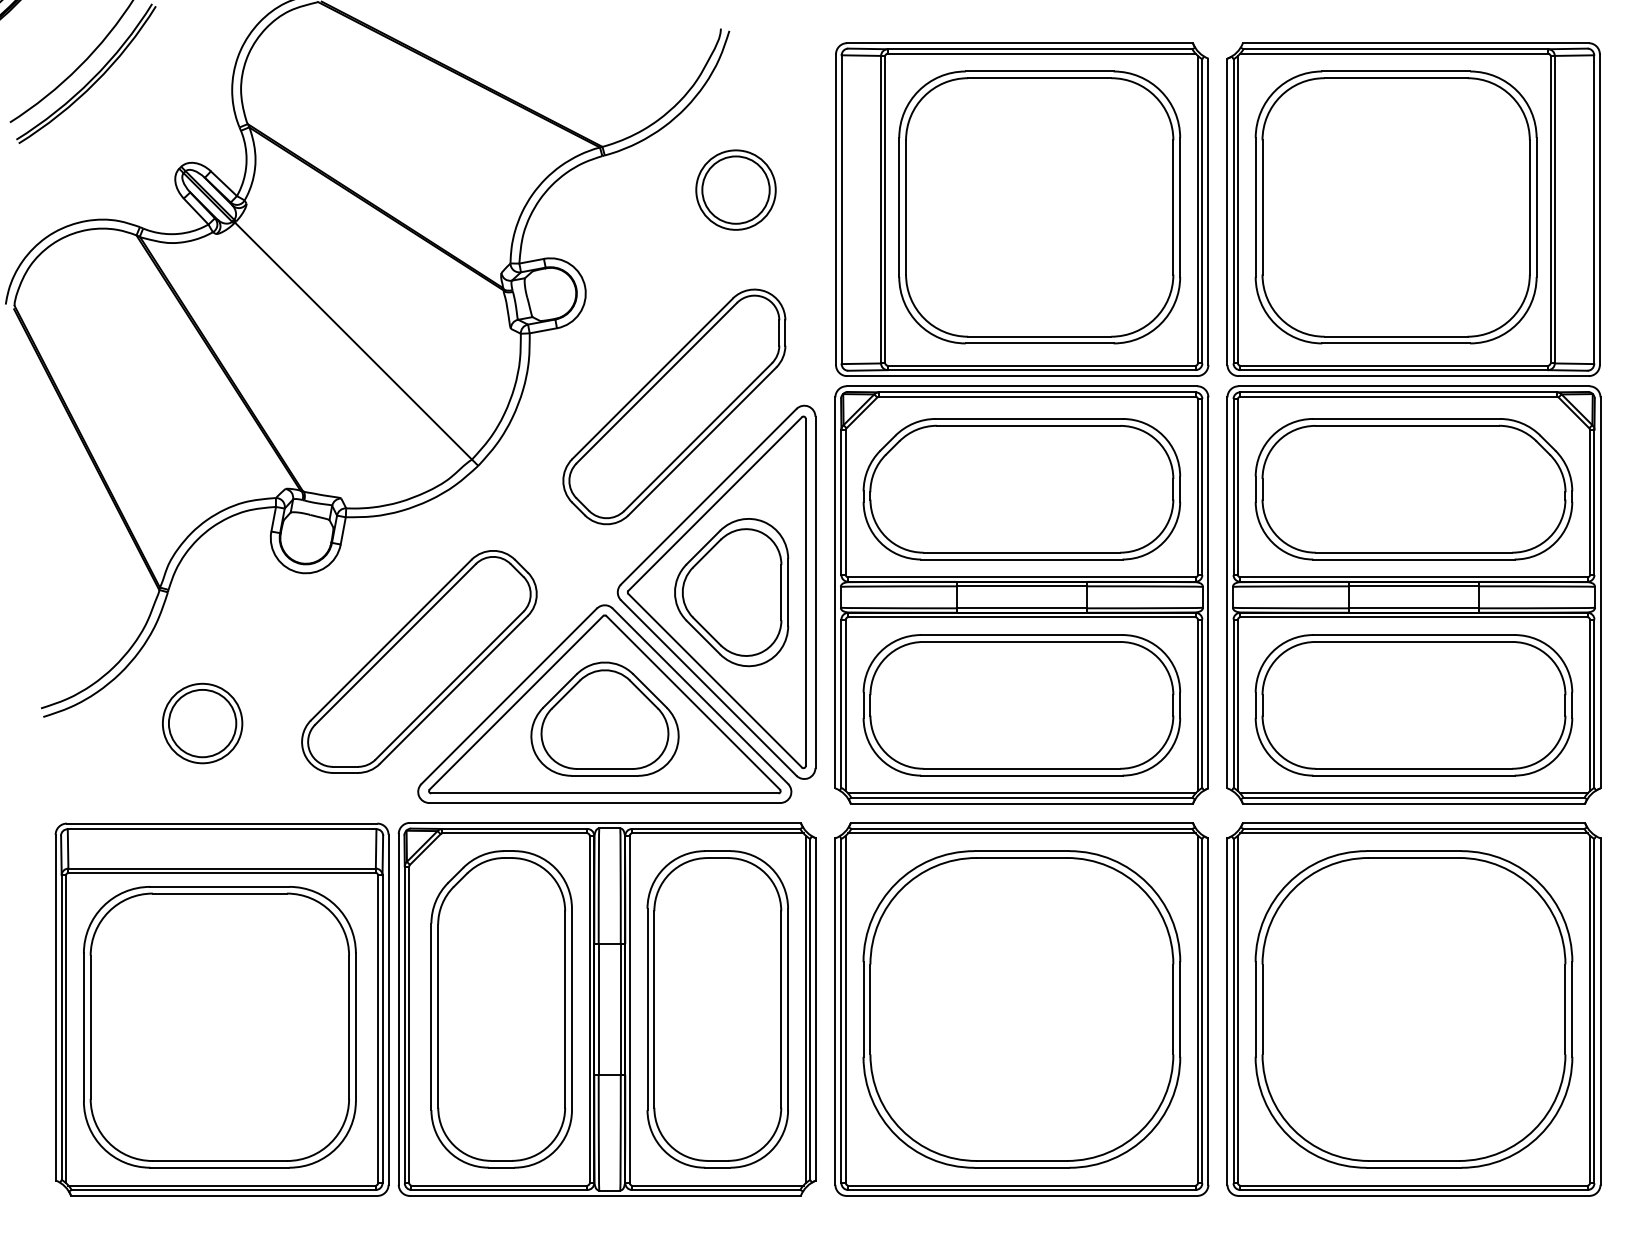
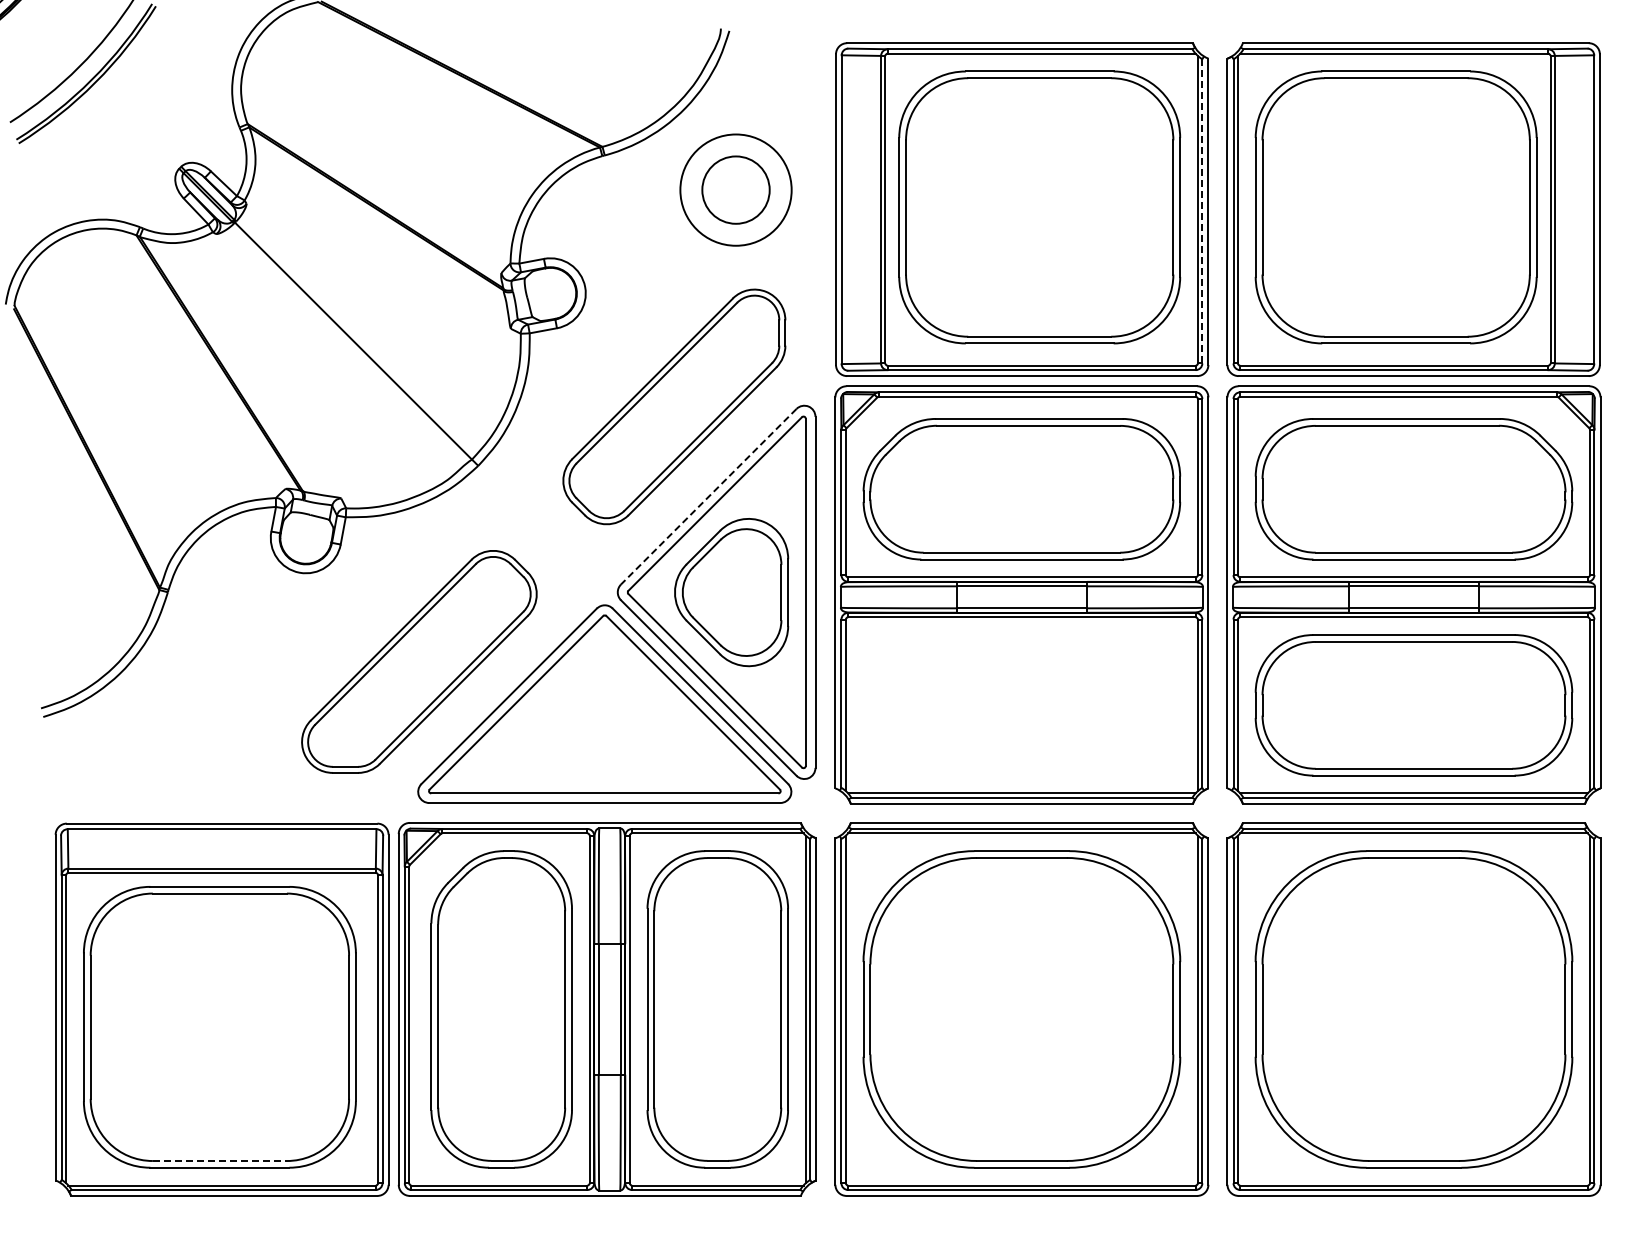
circle at (735, 189) diameter: 79 px -> 111 px
line at (1202, 210): solid -> dashed
line at (708, 497): solid -> dashed
part at (1021, 705): present -> none
part at (604, 718): present -> none
part at (202, 723): present -> none
line at (220, 1160): solid -> dashed
